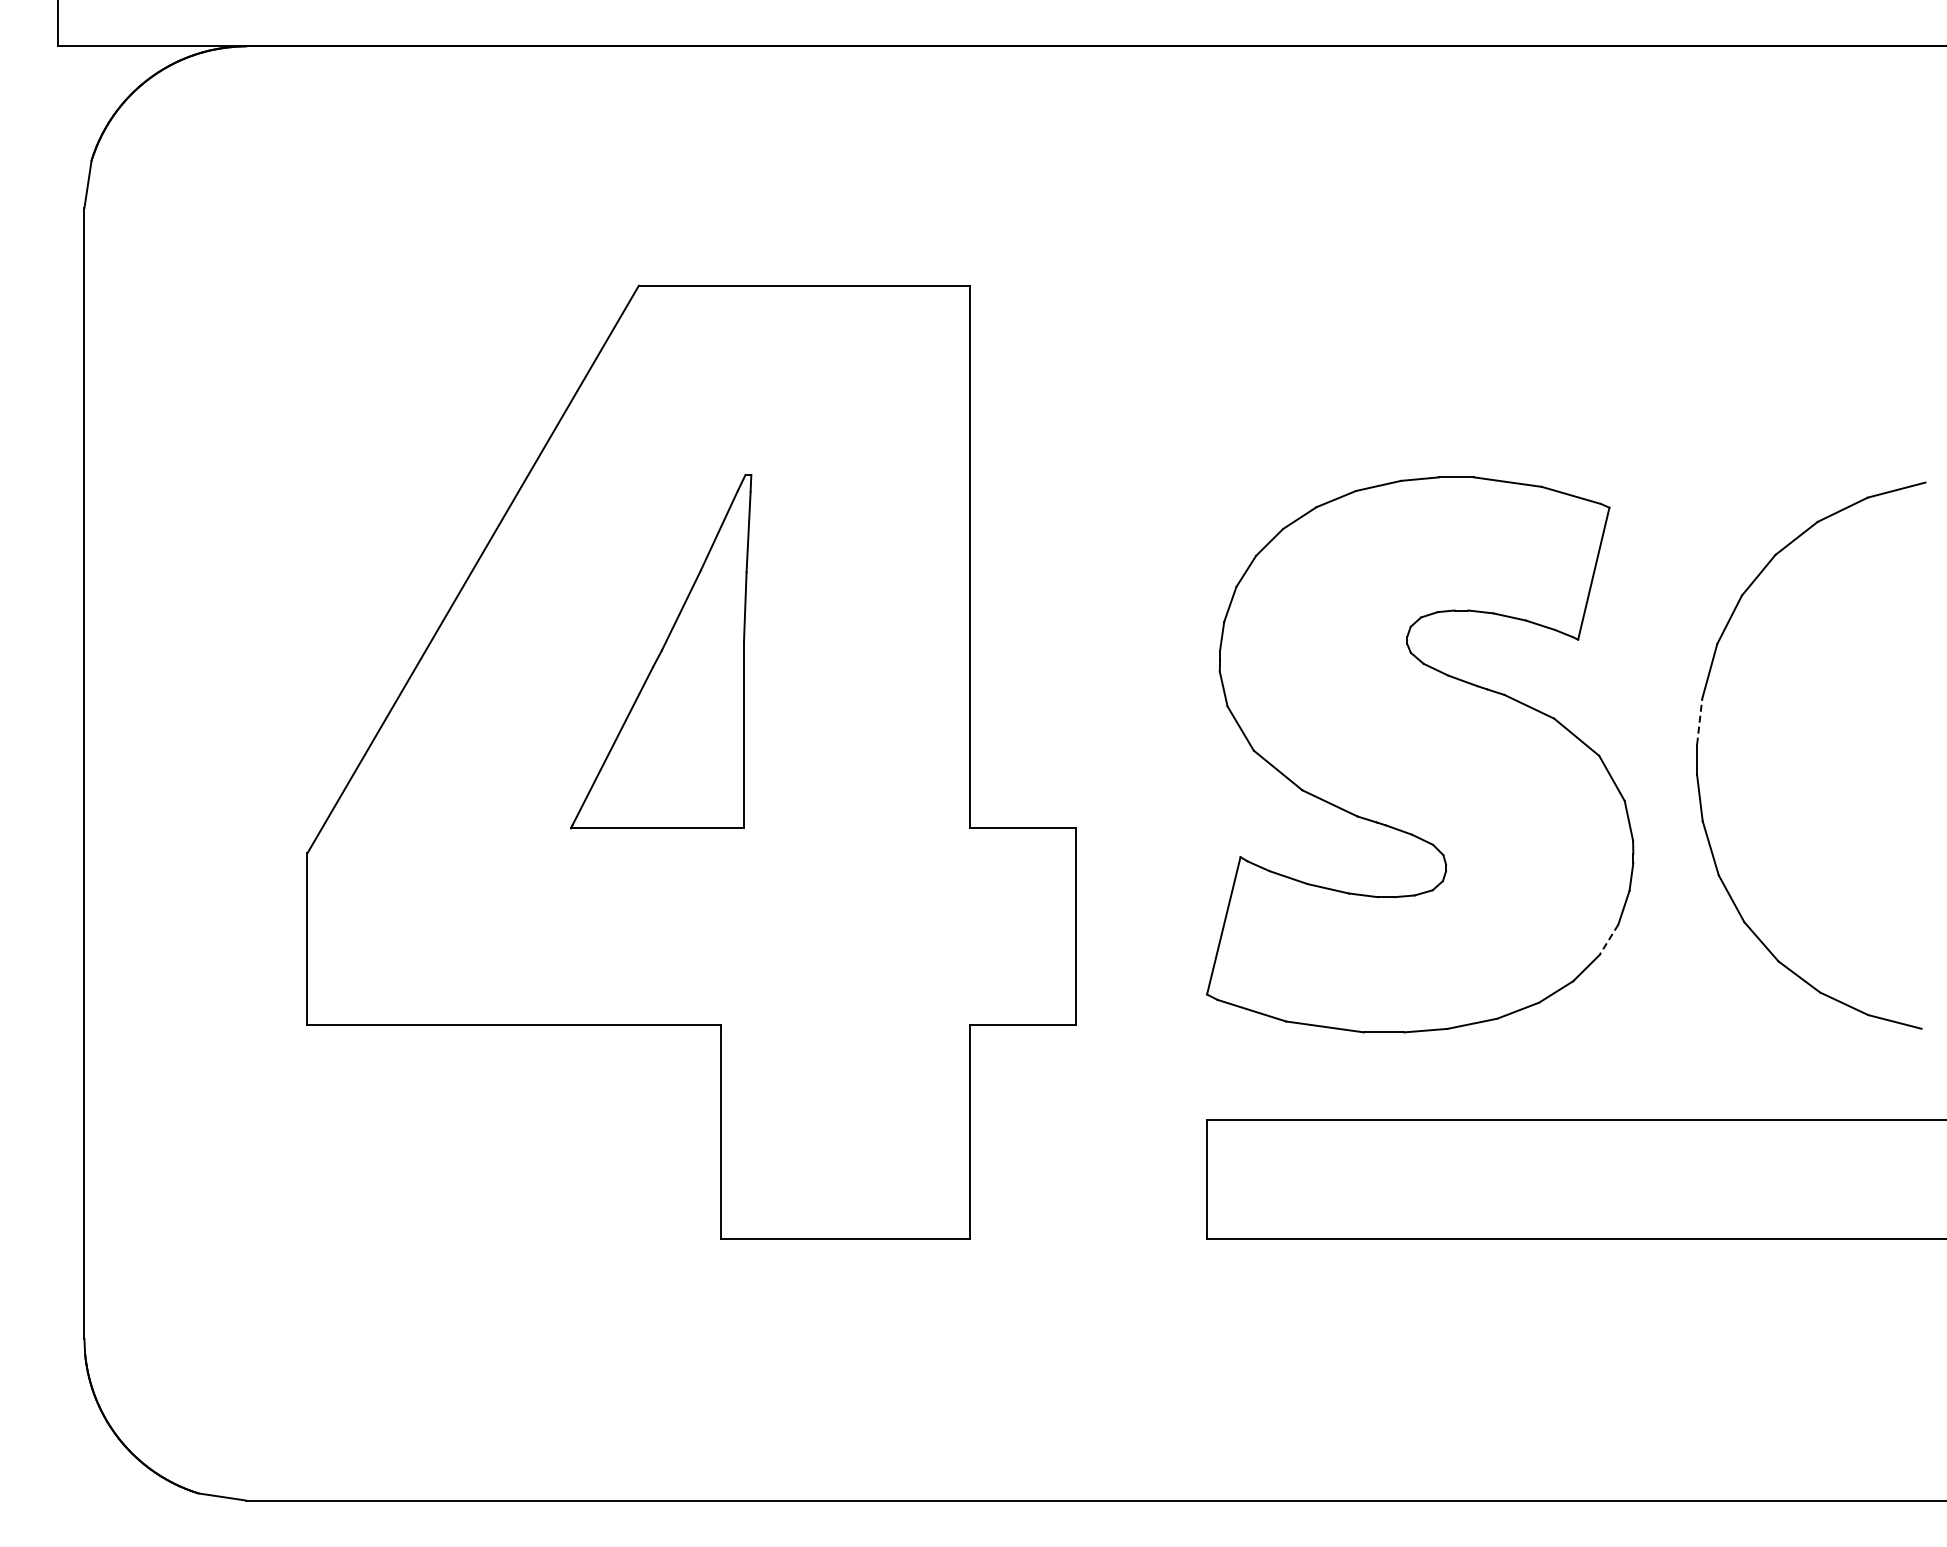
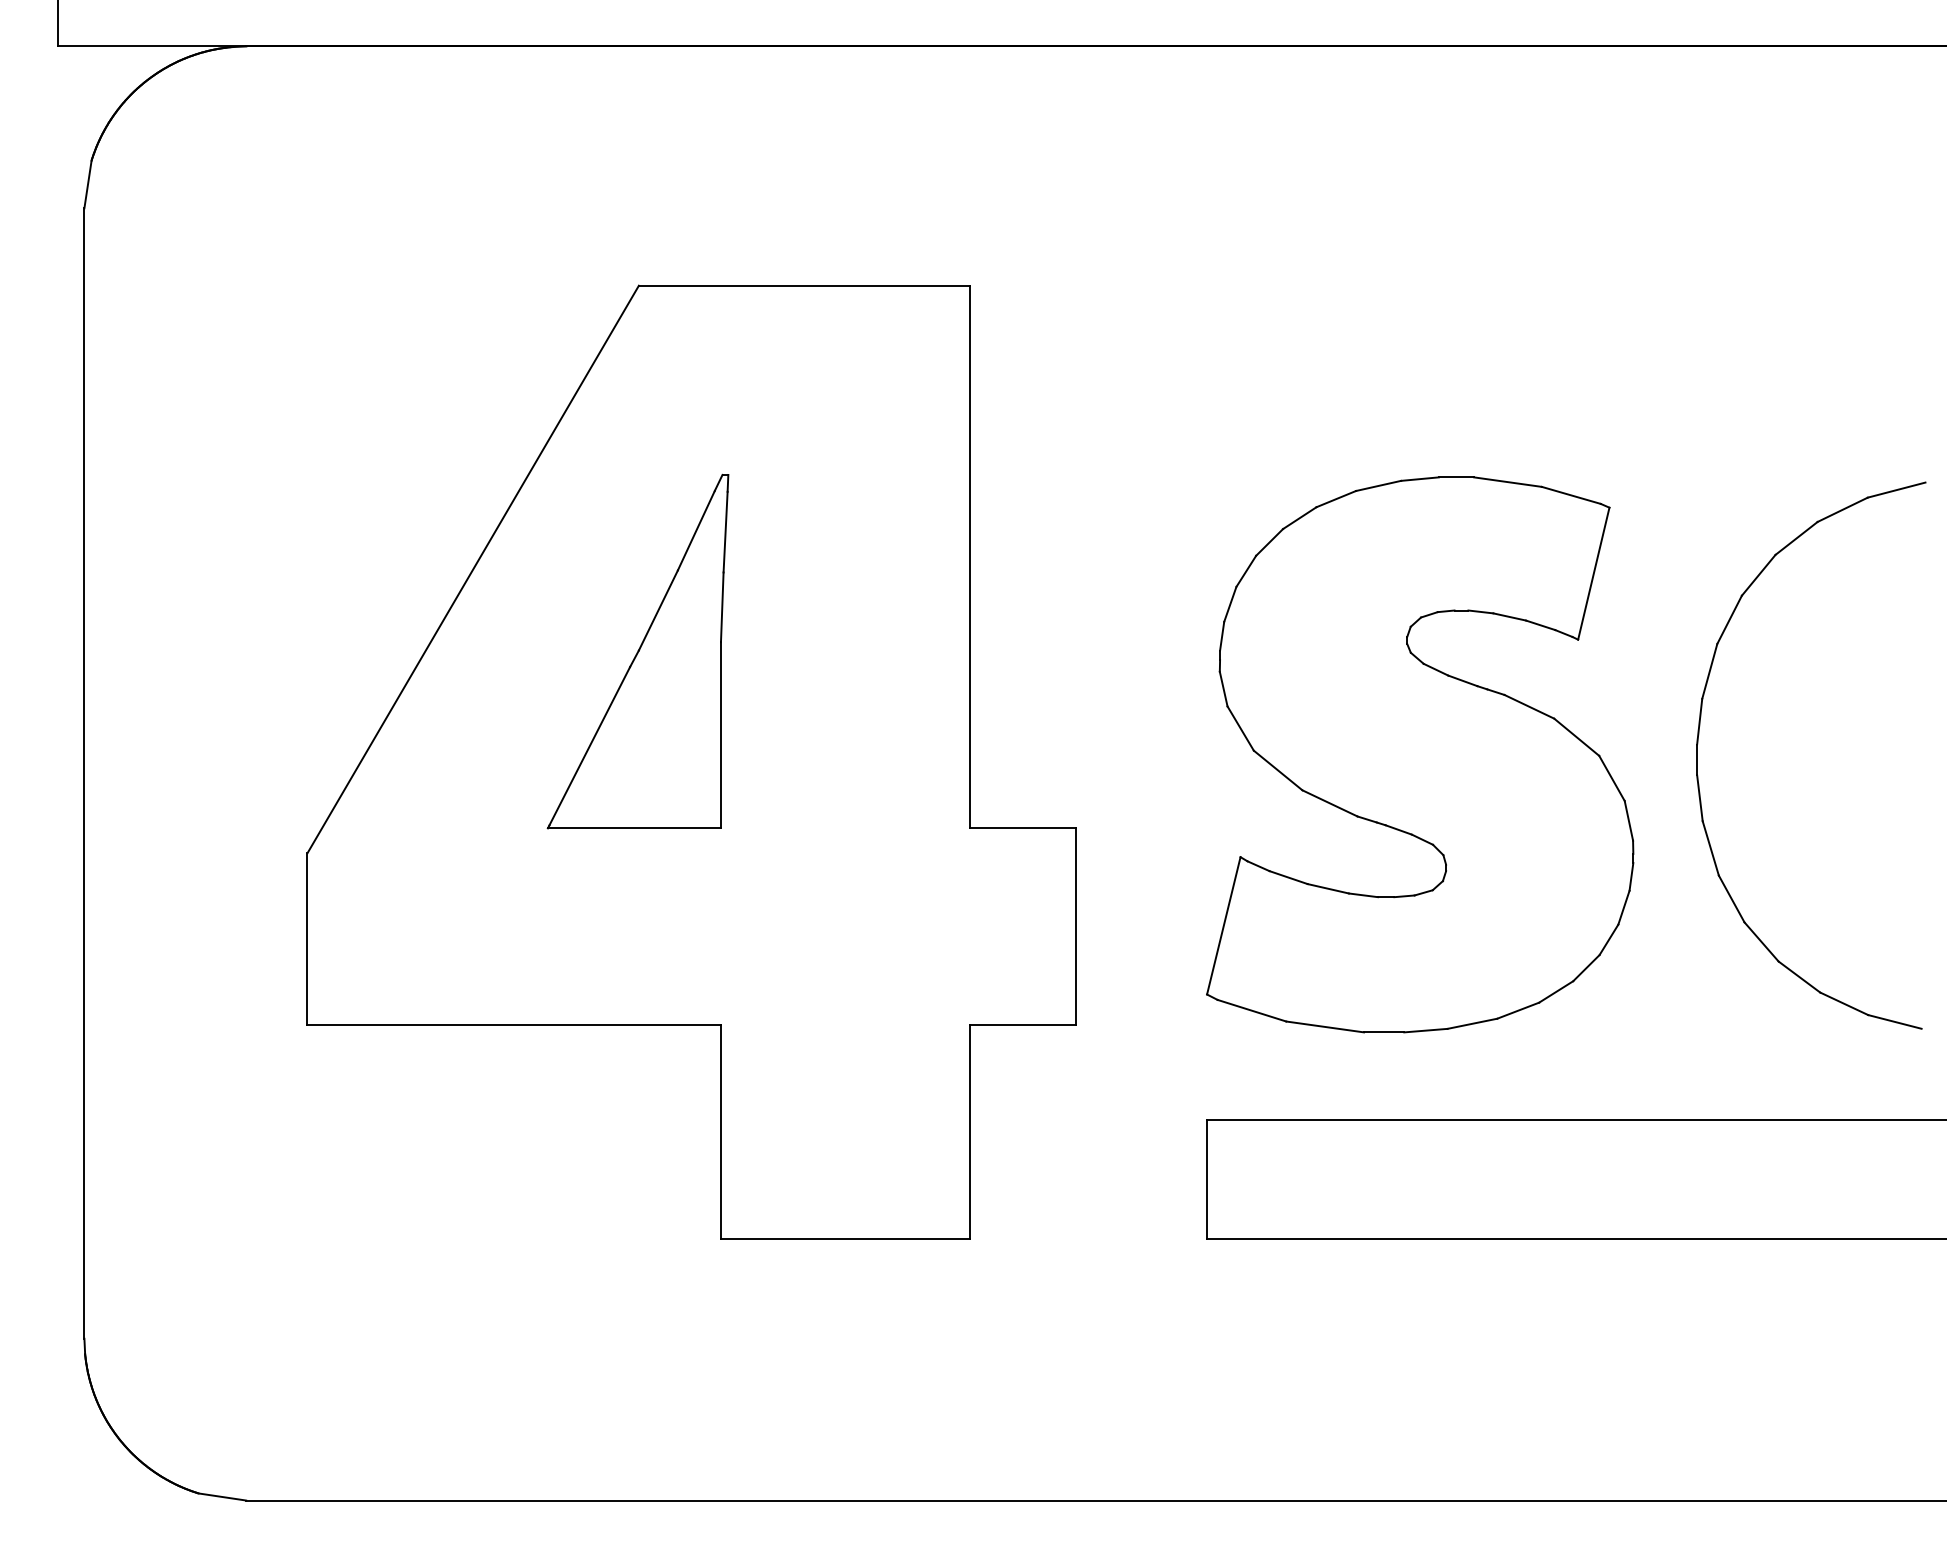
part at (660, 651) position: (660, 651) -> (637, 651)
line at (1699, 721): dashed -> solid
line at (1608, 939): dashed -> solid
